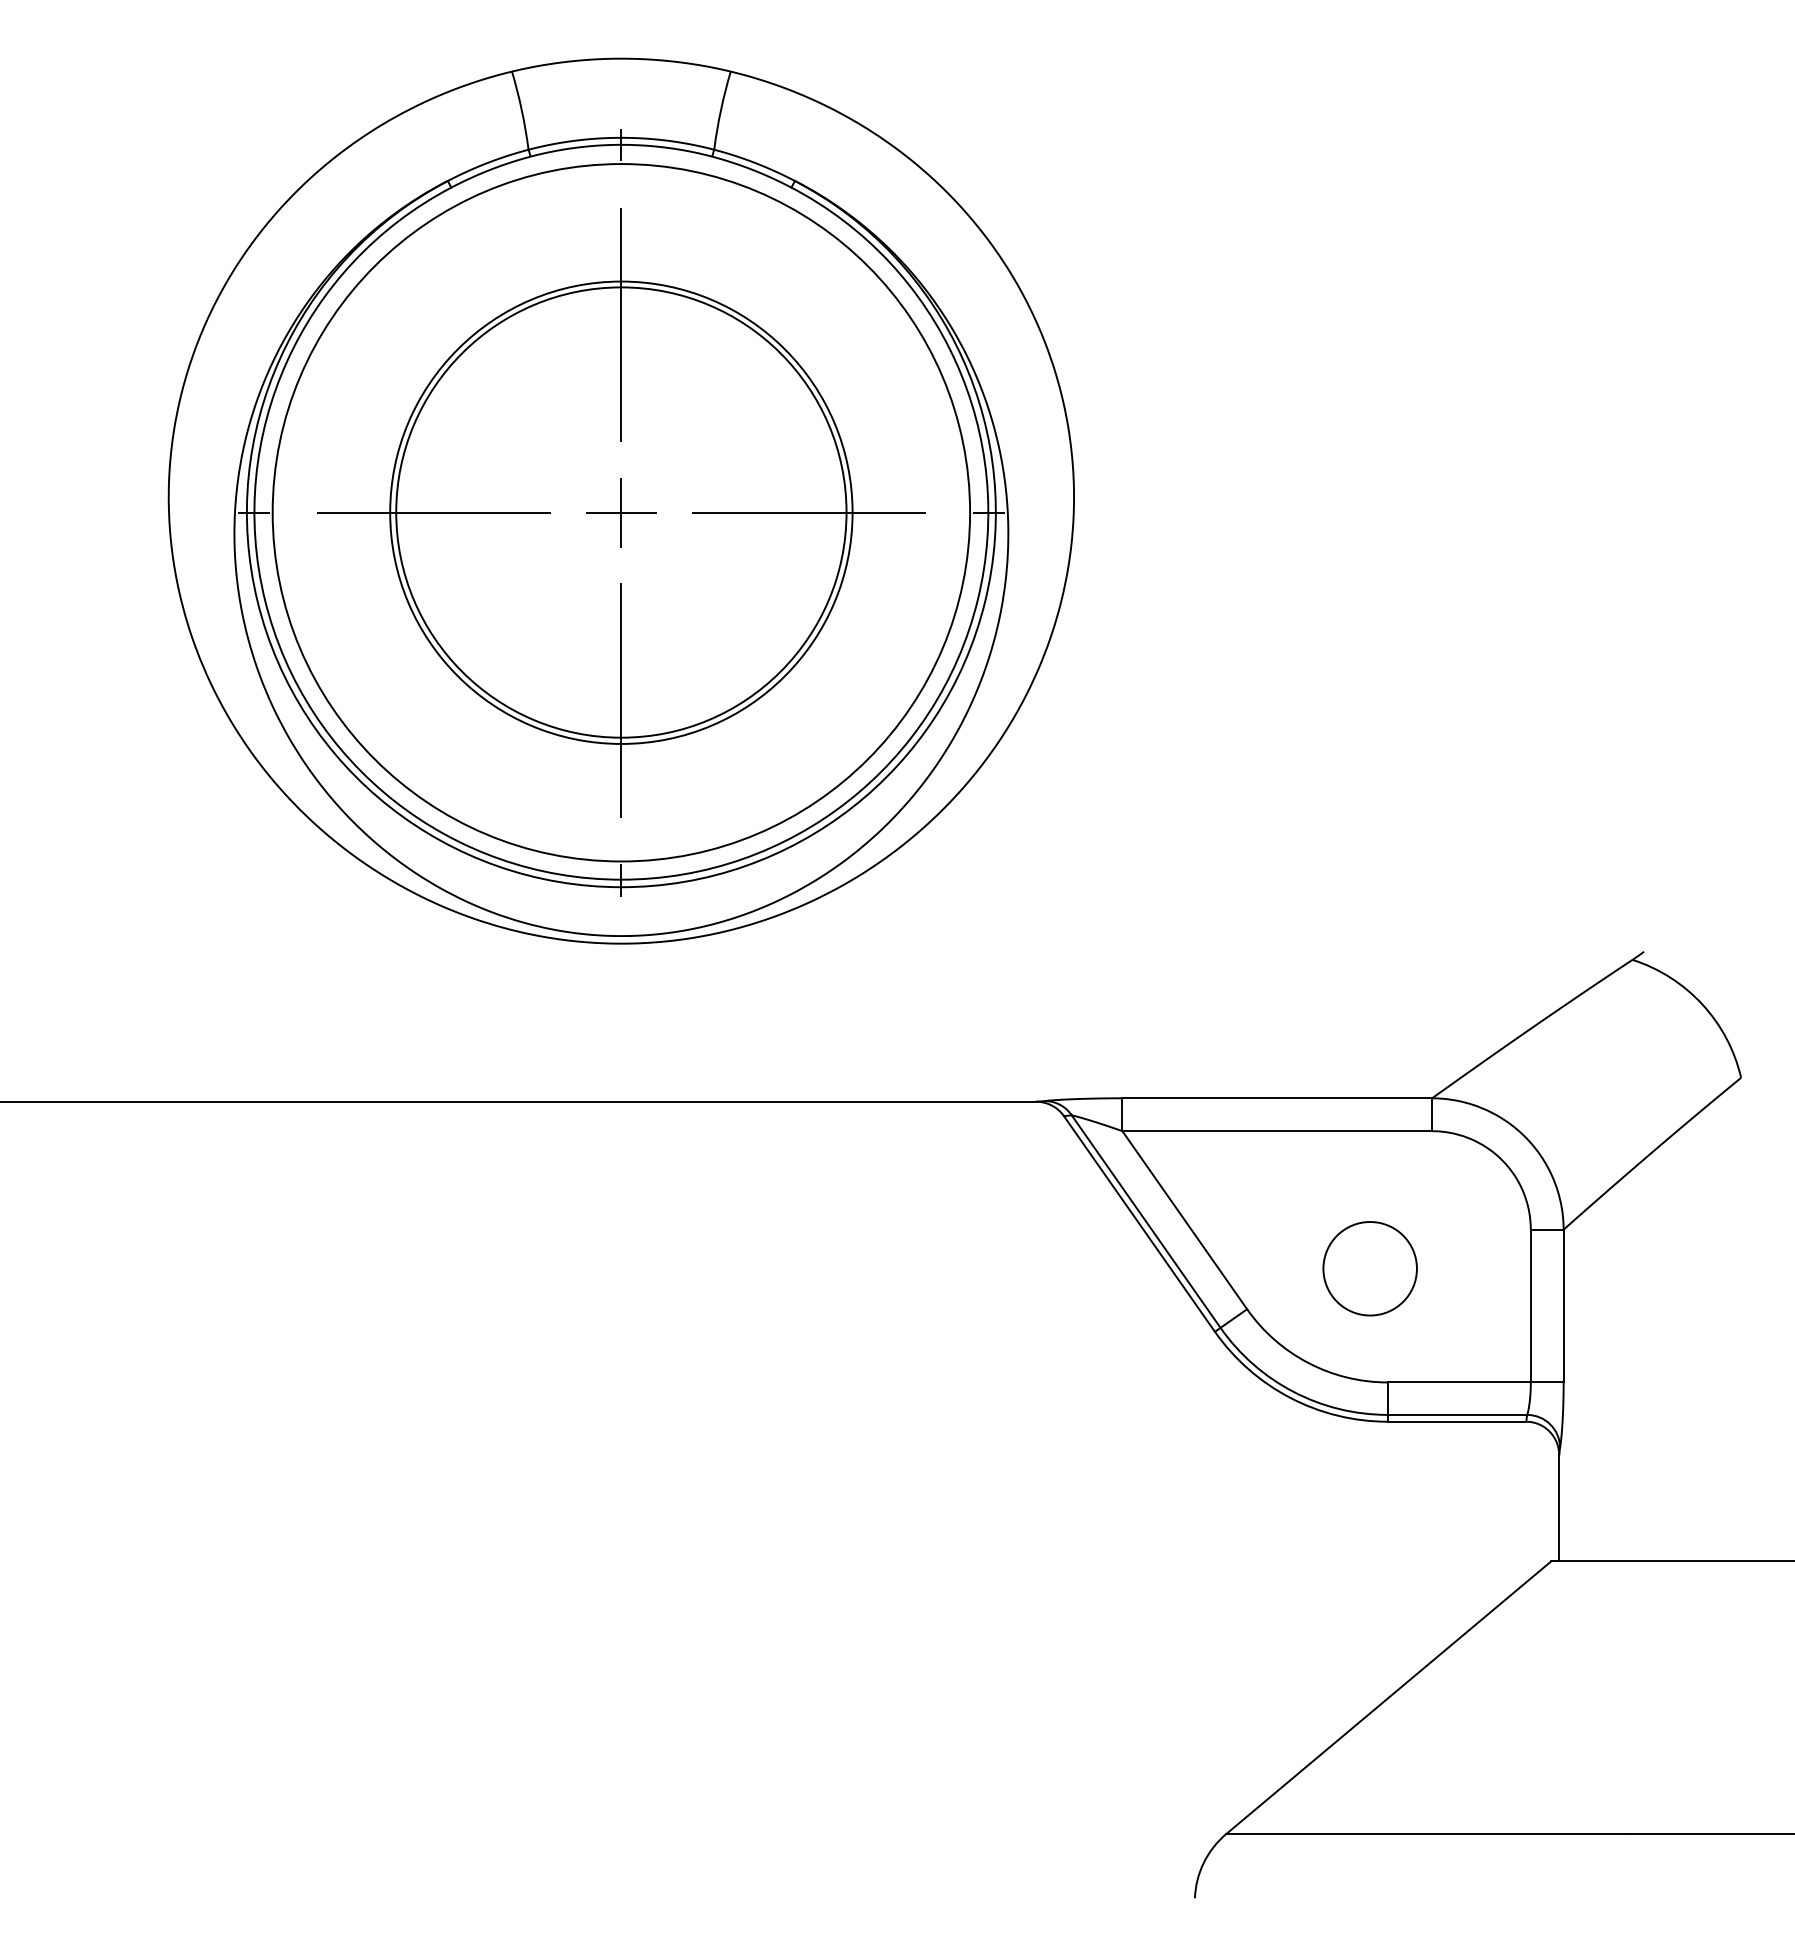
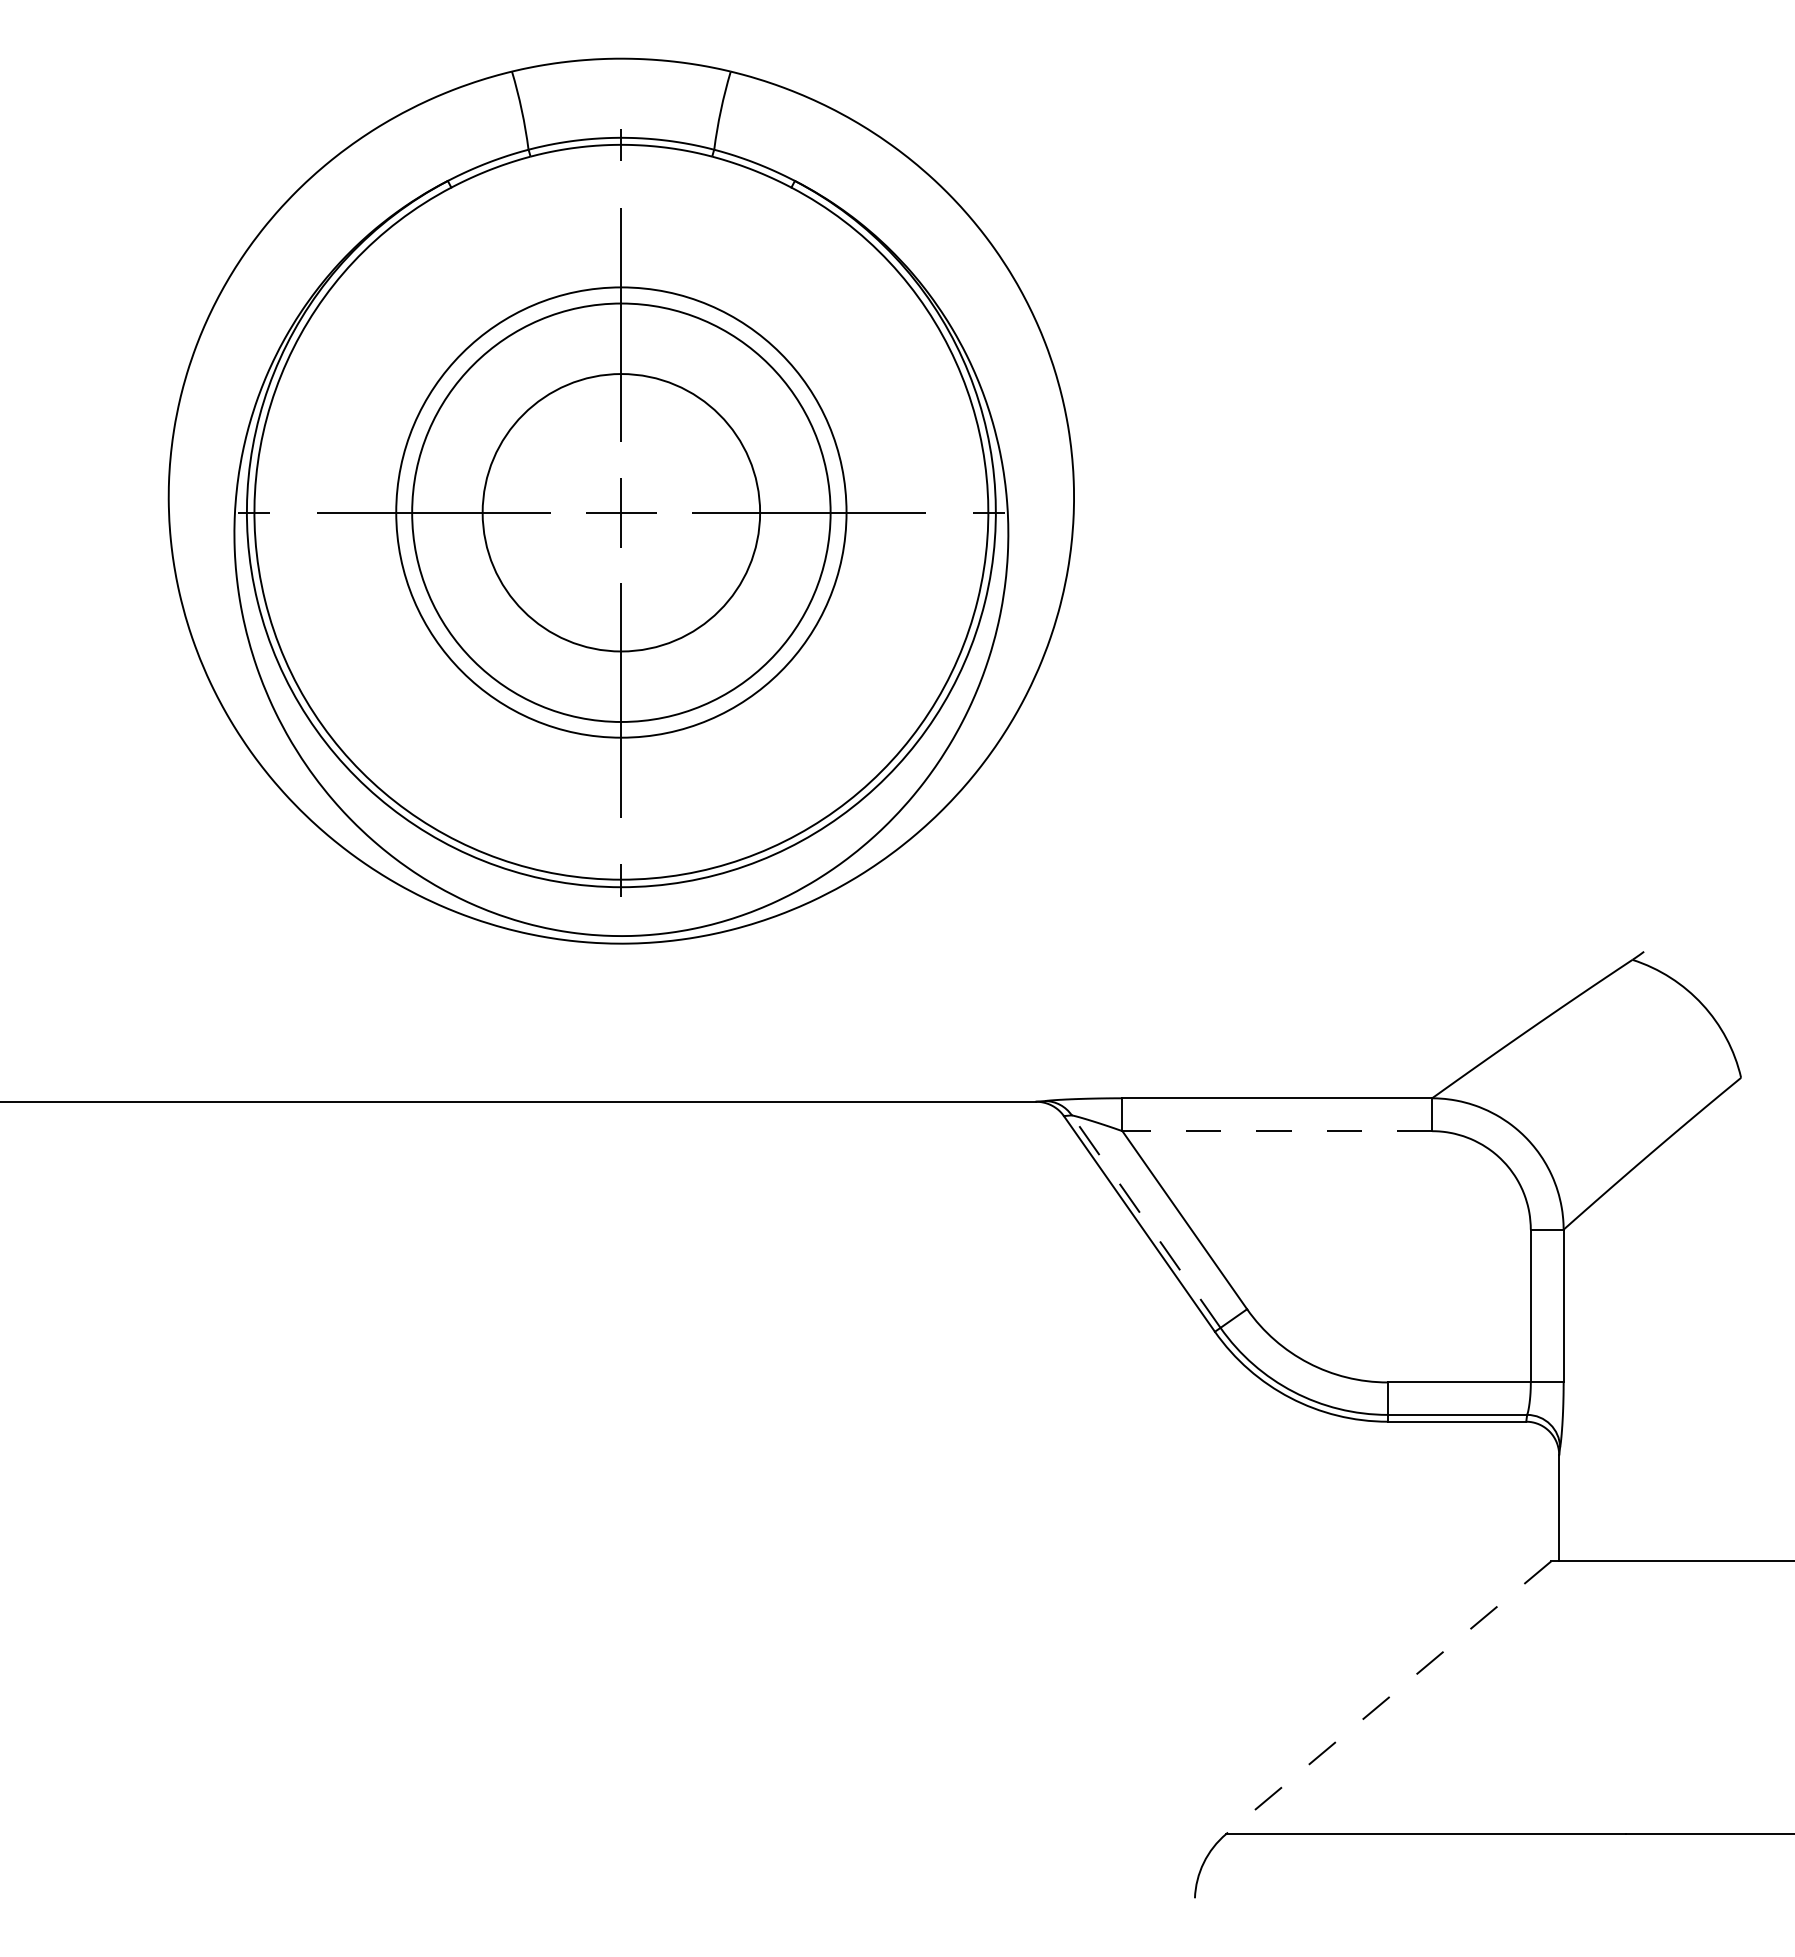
circle at (621, 512) diameter: 462 px -> 277 px
circle at (621, 512) diameter: 697 px -> 418 px
line at (1277, 1131): solid -> dashed
line at (1146, 1221): solid -> dashed
circle at (1369, 1268): present -> none
line at (1388, 1697): solid -> dashed
